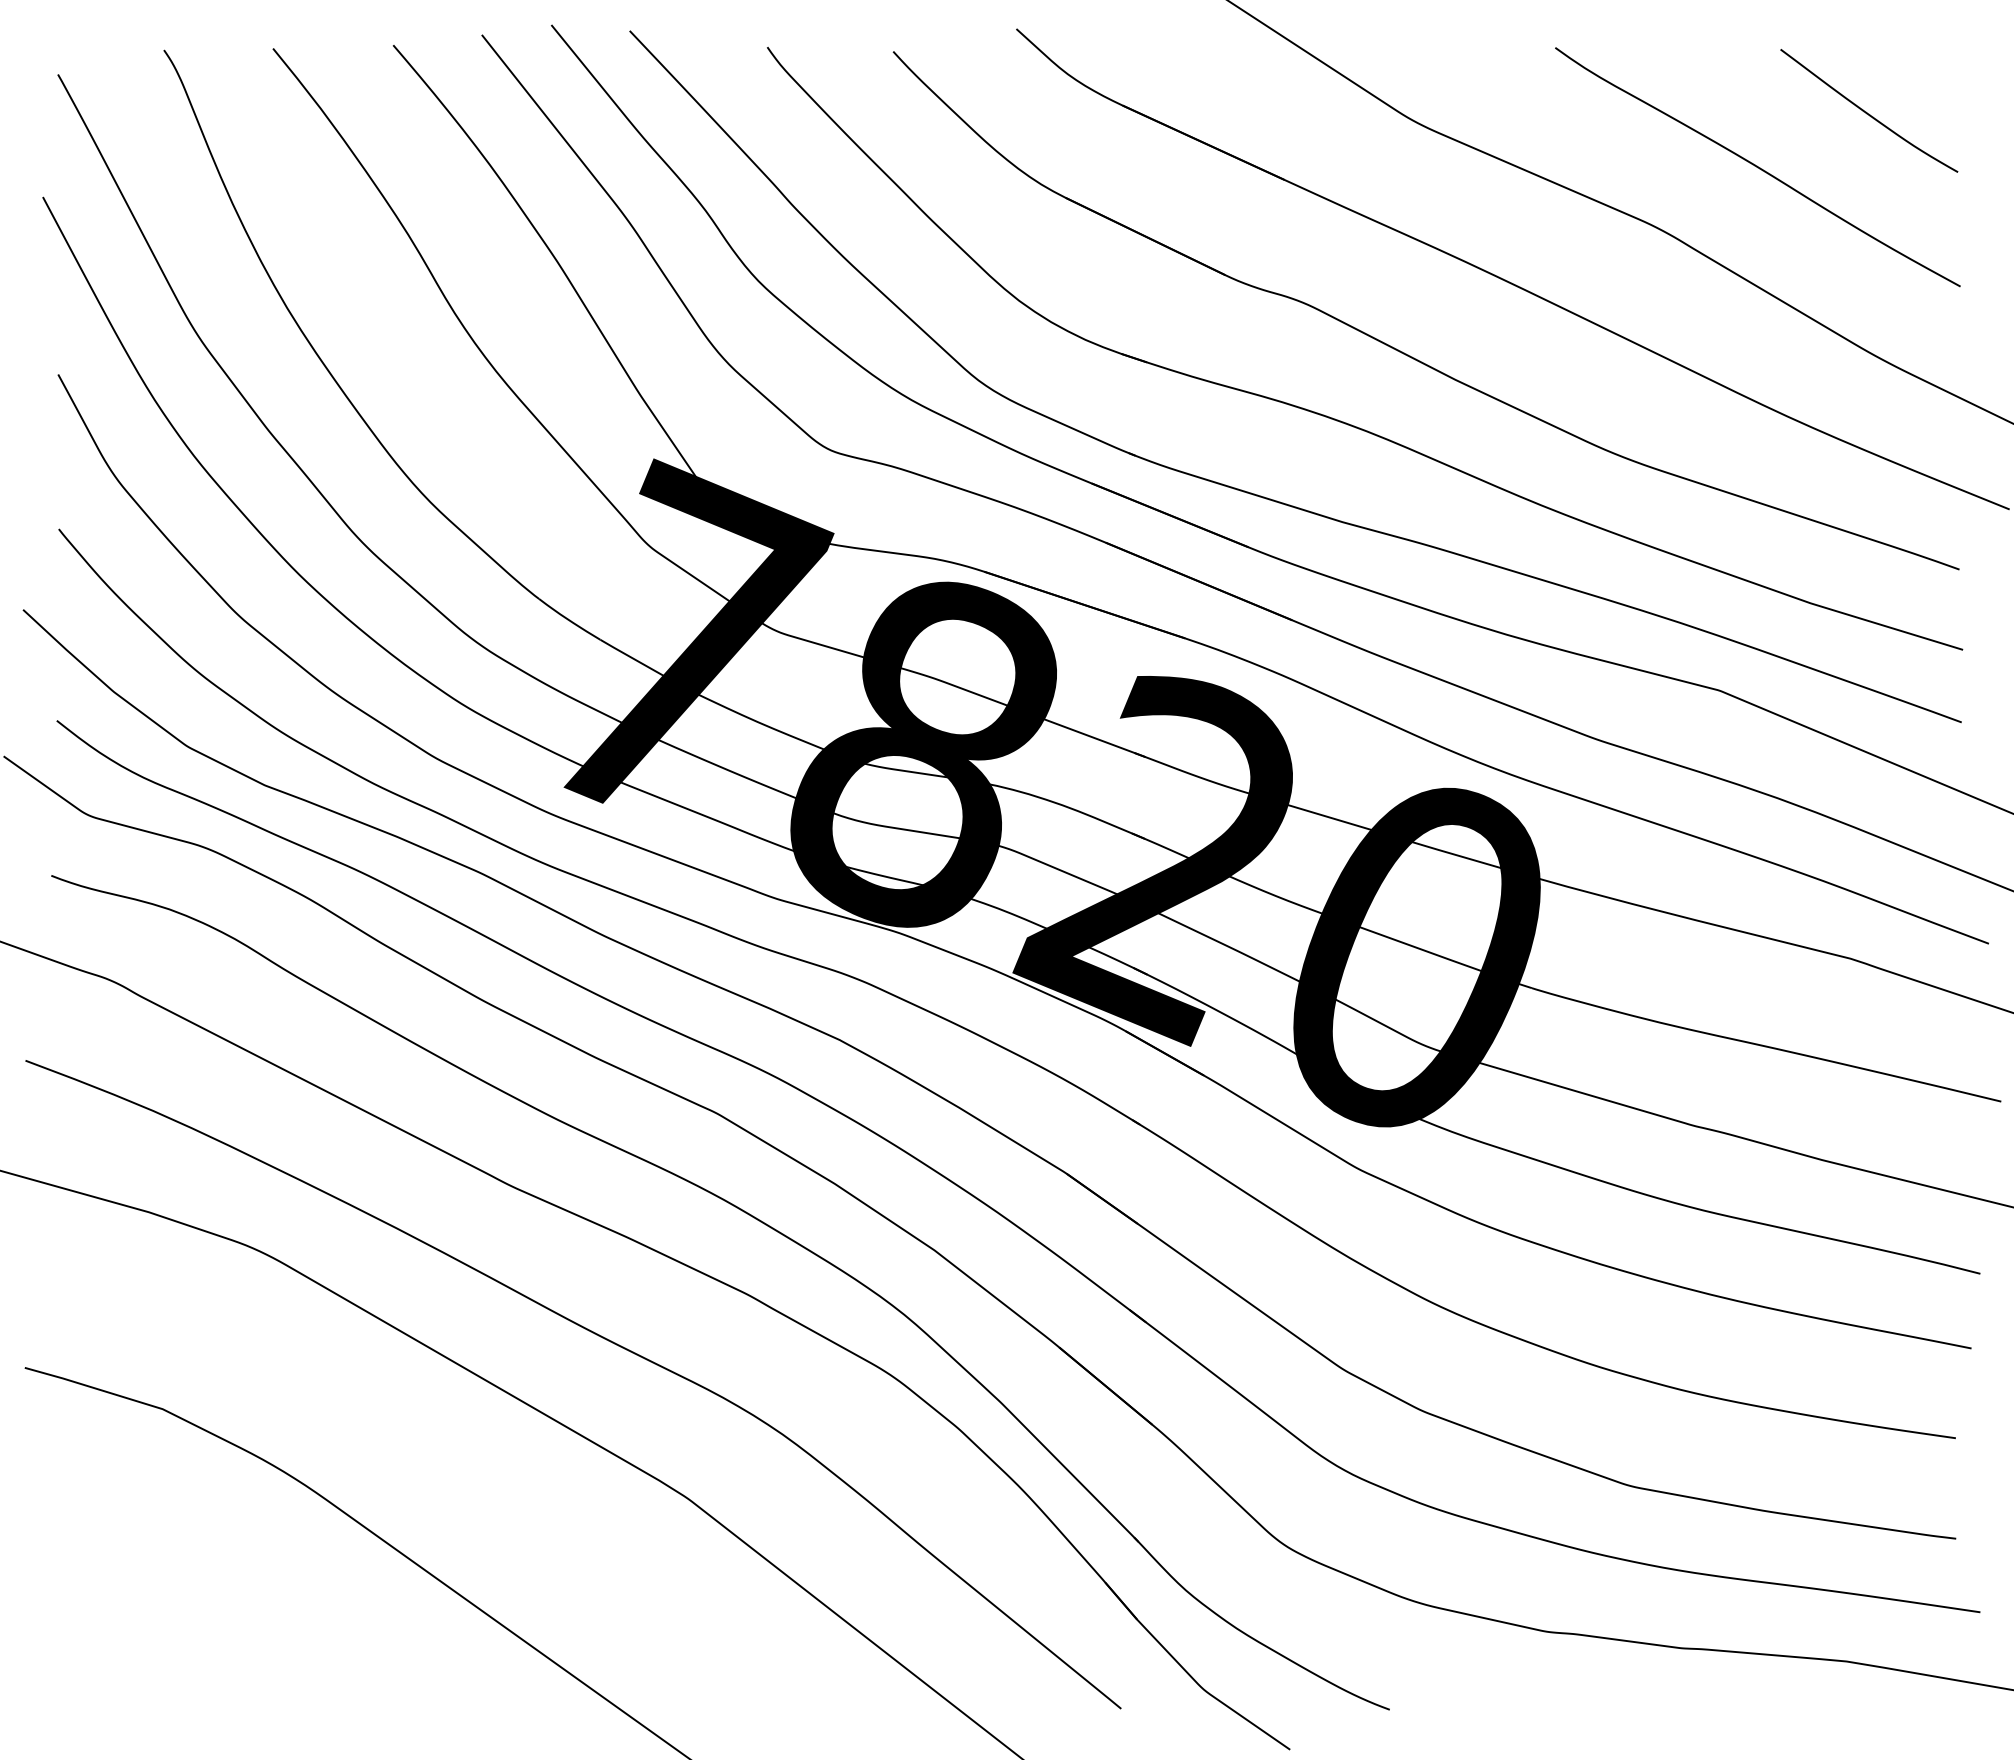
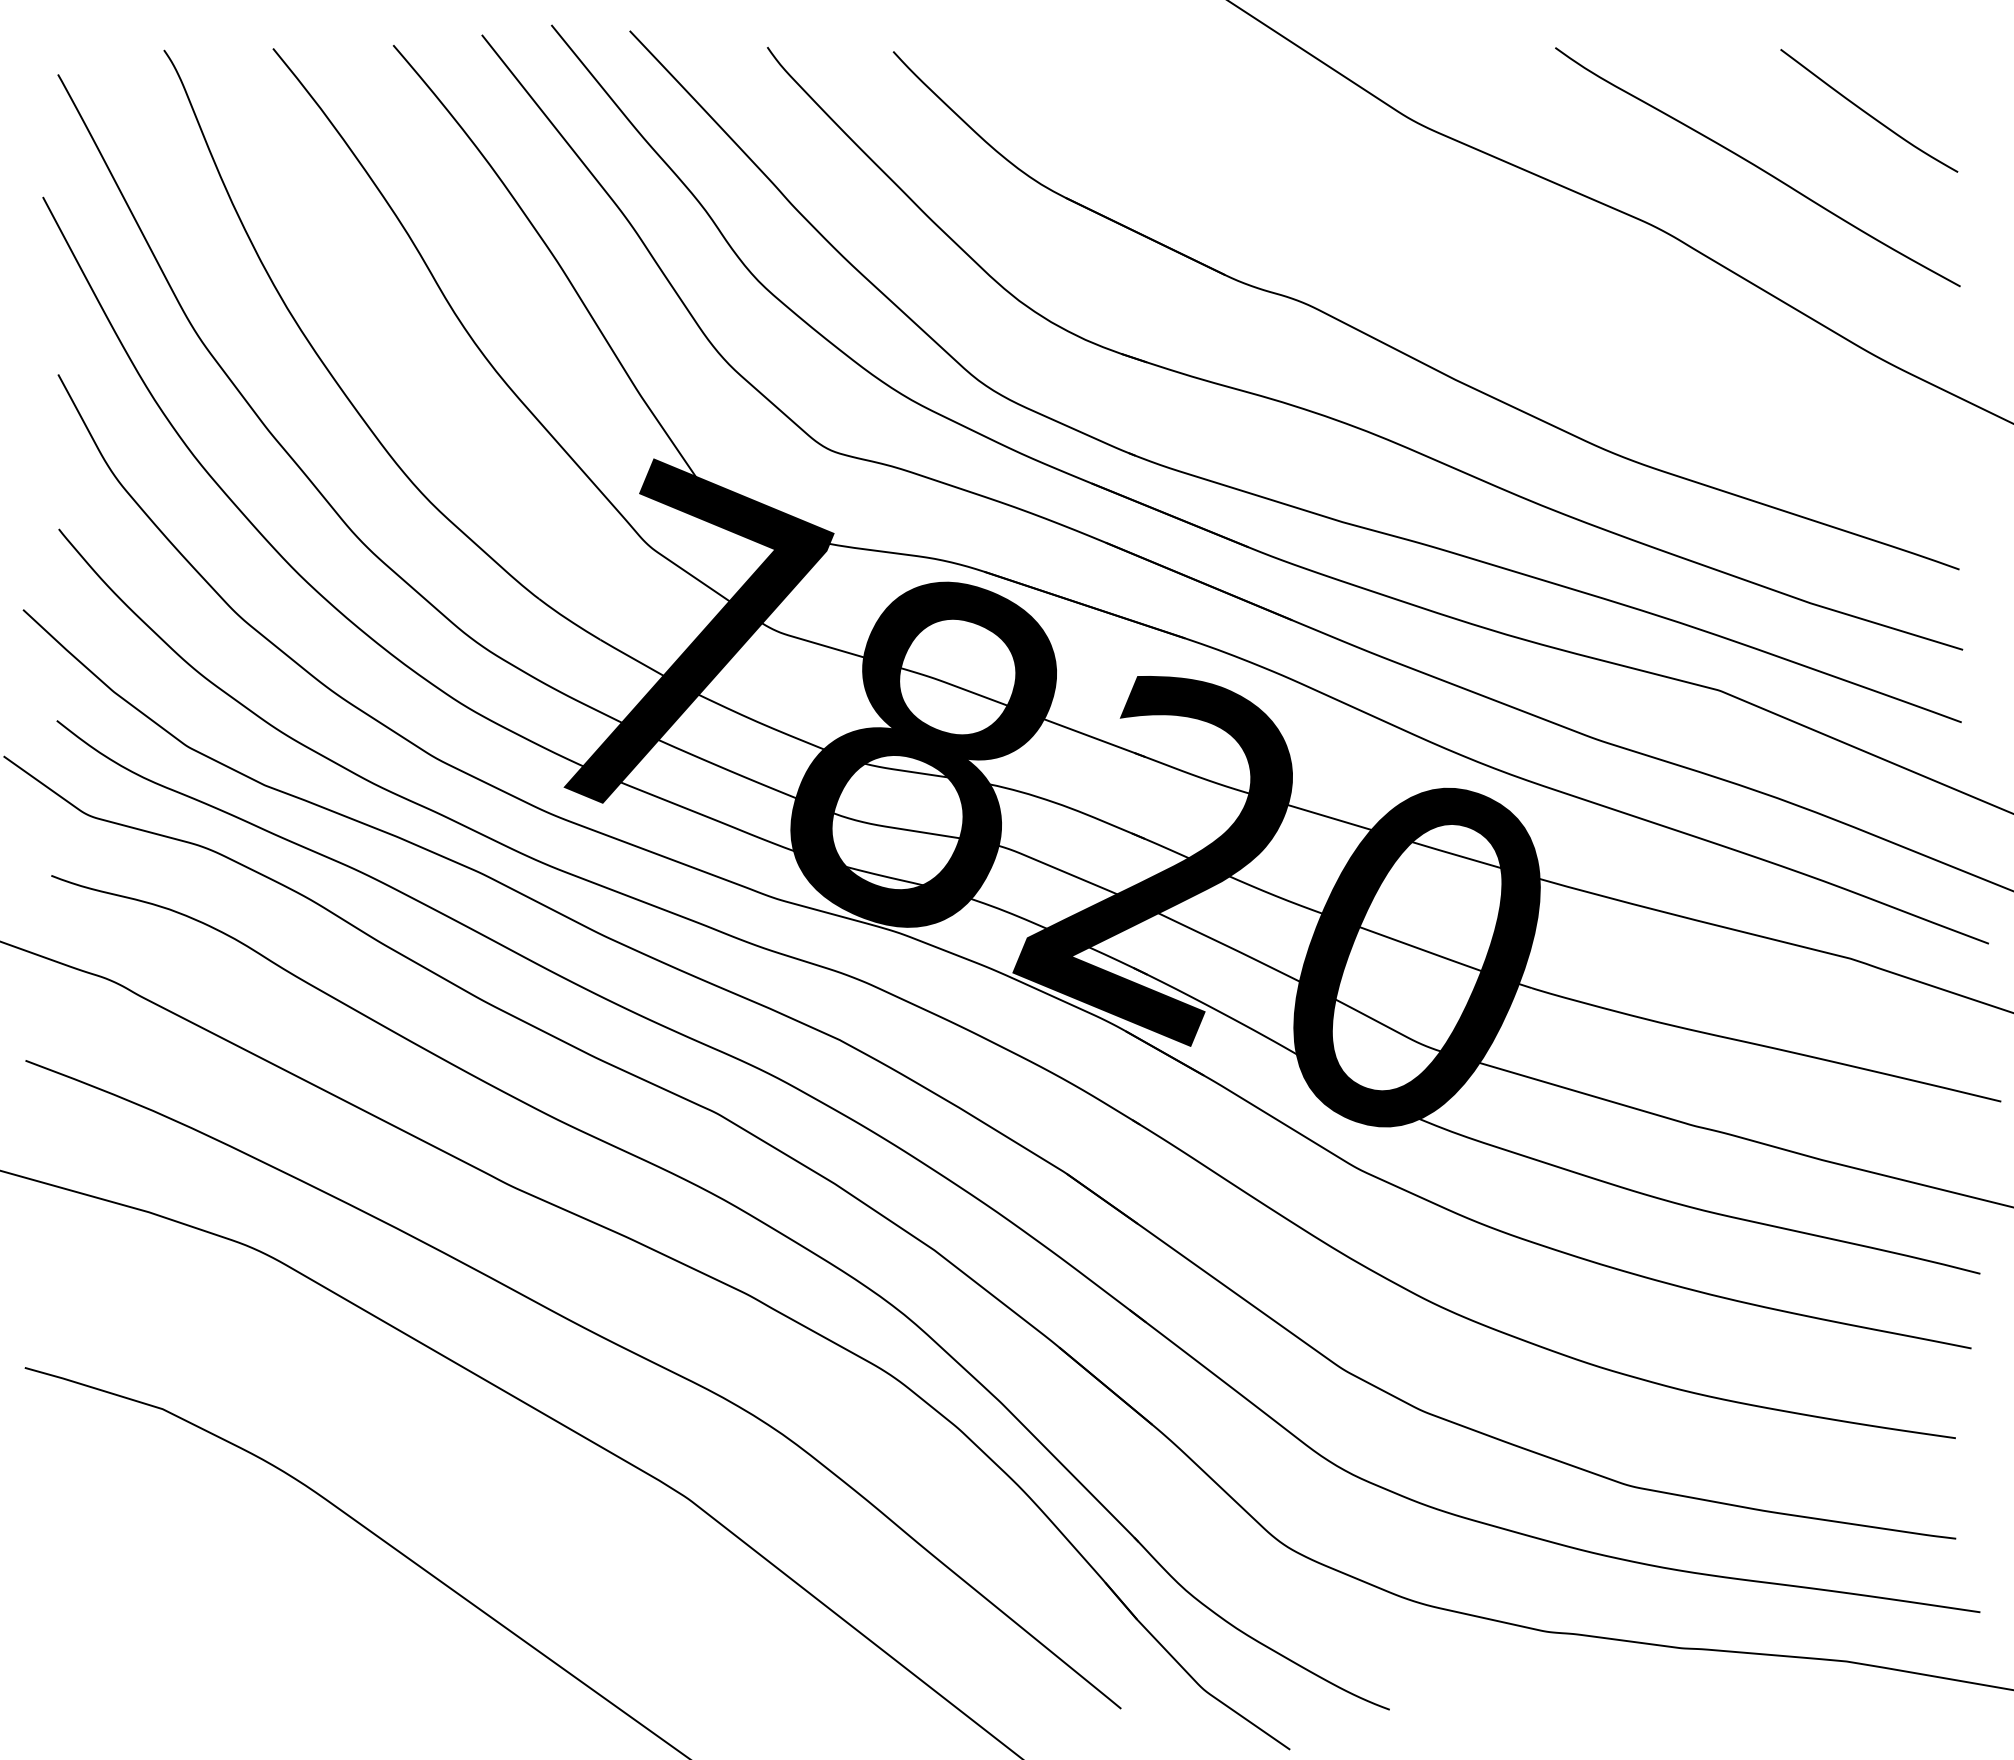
part at (1507, 280): present -> none
